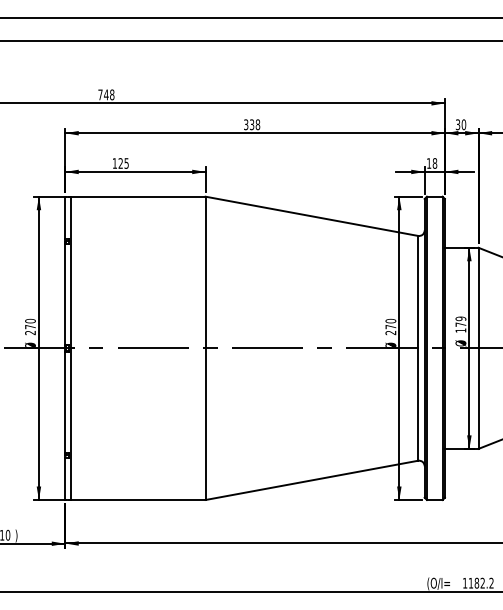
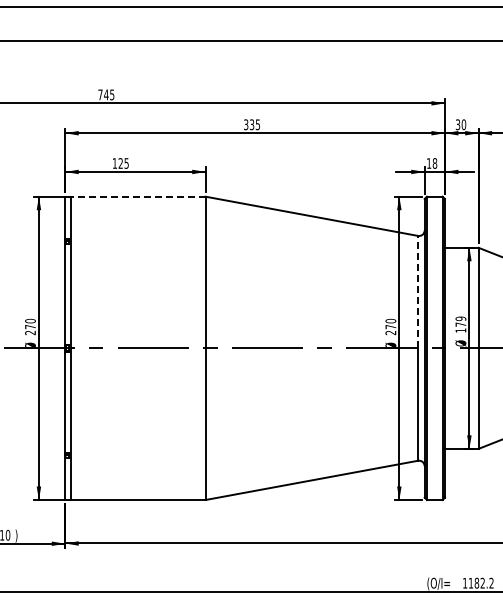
line at (250, 18) position: (250, 18) -> (250, 7)
text at (112, 94): 748 -> 745
text at (257, 124): 338 -> 335
line at (137, 196): solid -> dashed
line at (418, 291): solid -> dashed
